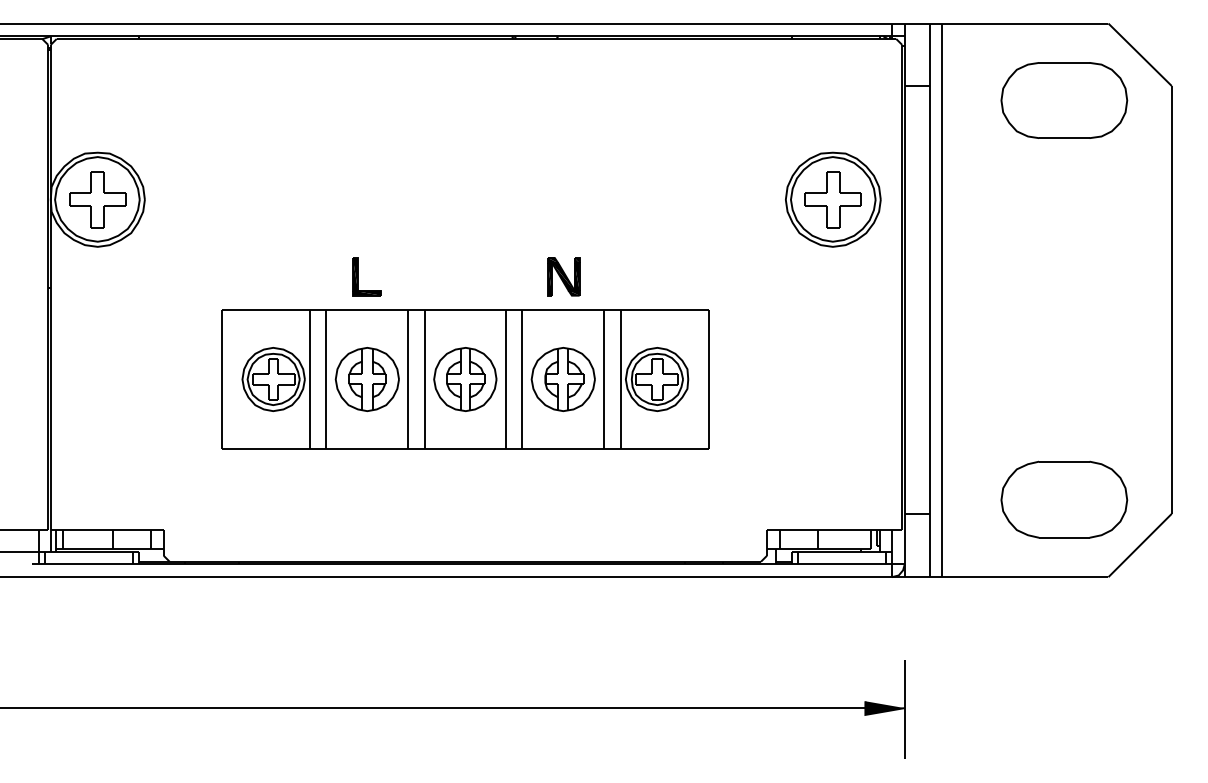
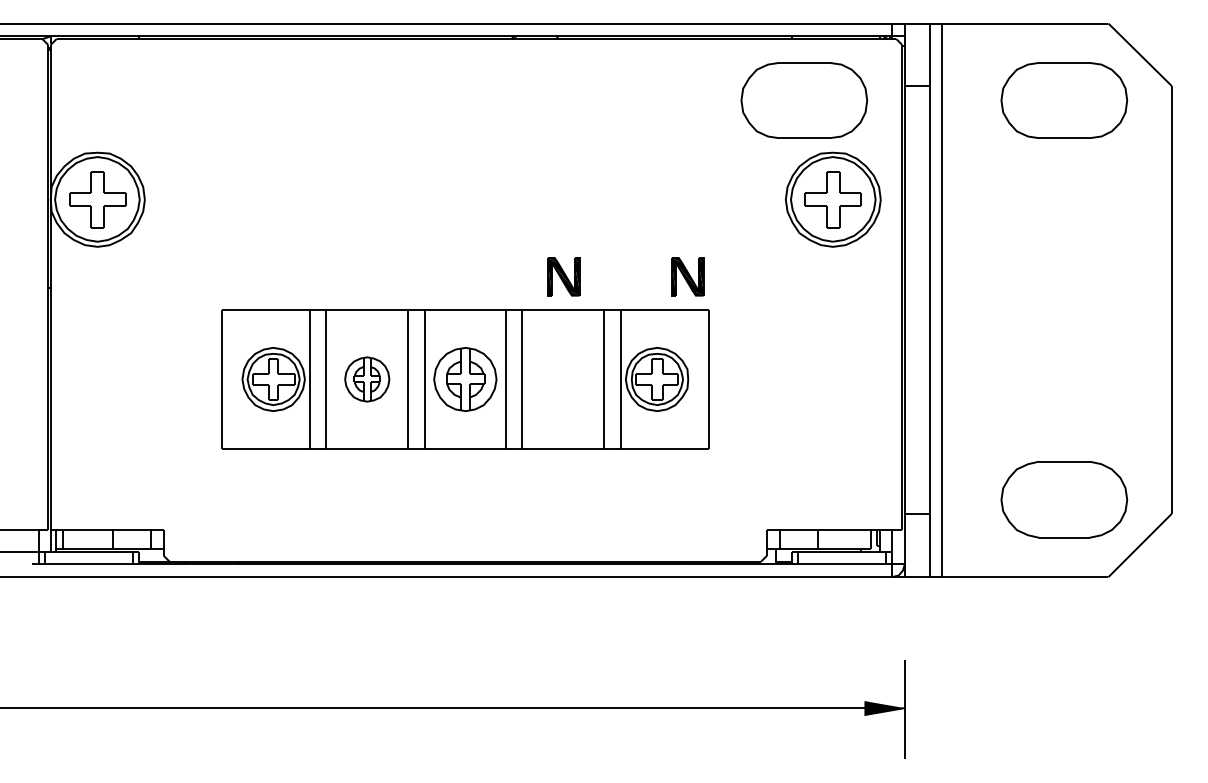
part at (804, 100): none -> present
part at (358, 276): present -> none
part at (687, 276): none -> present
part at (366, 379) size: 66x65 px -> 47x47 px
part at (562, 379): present -> none
